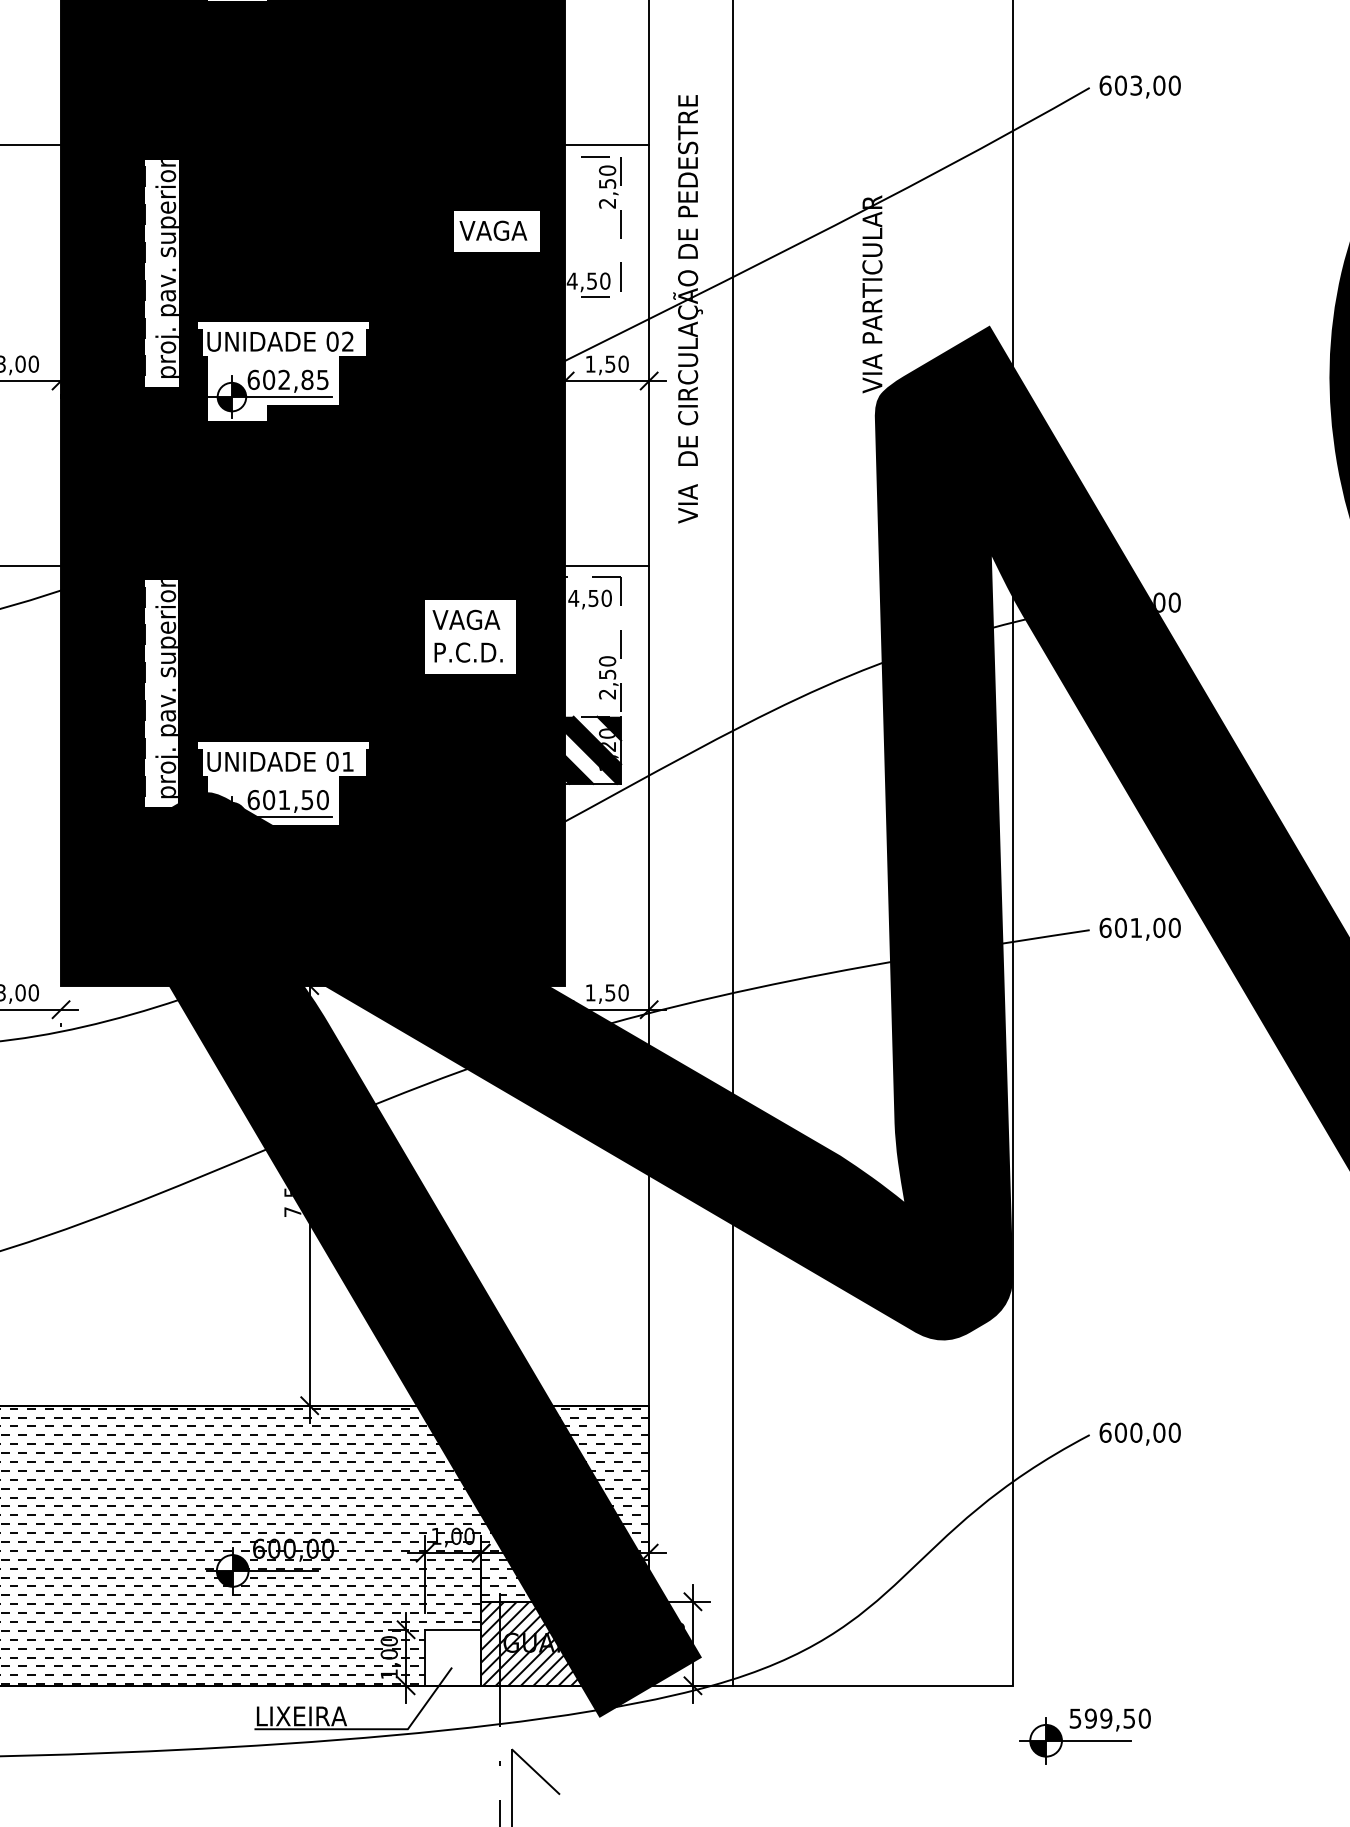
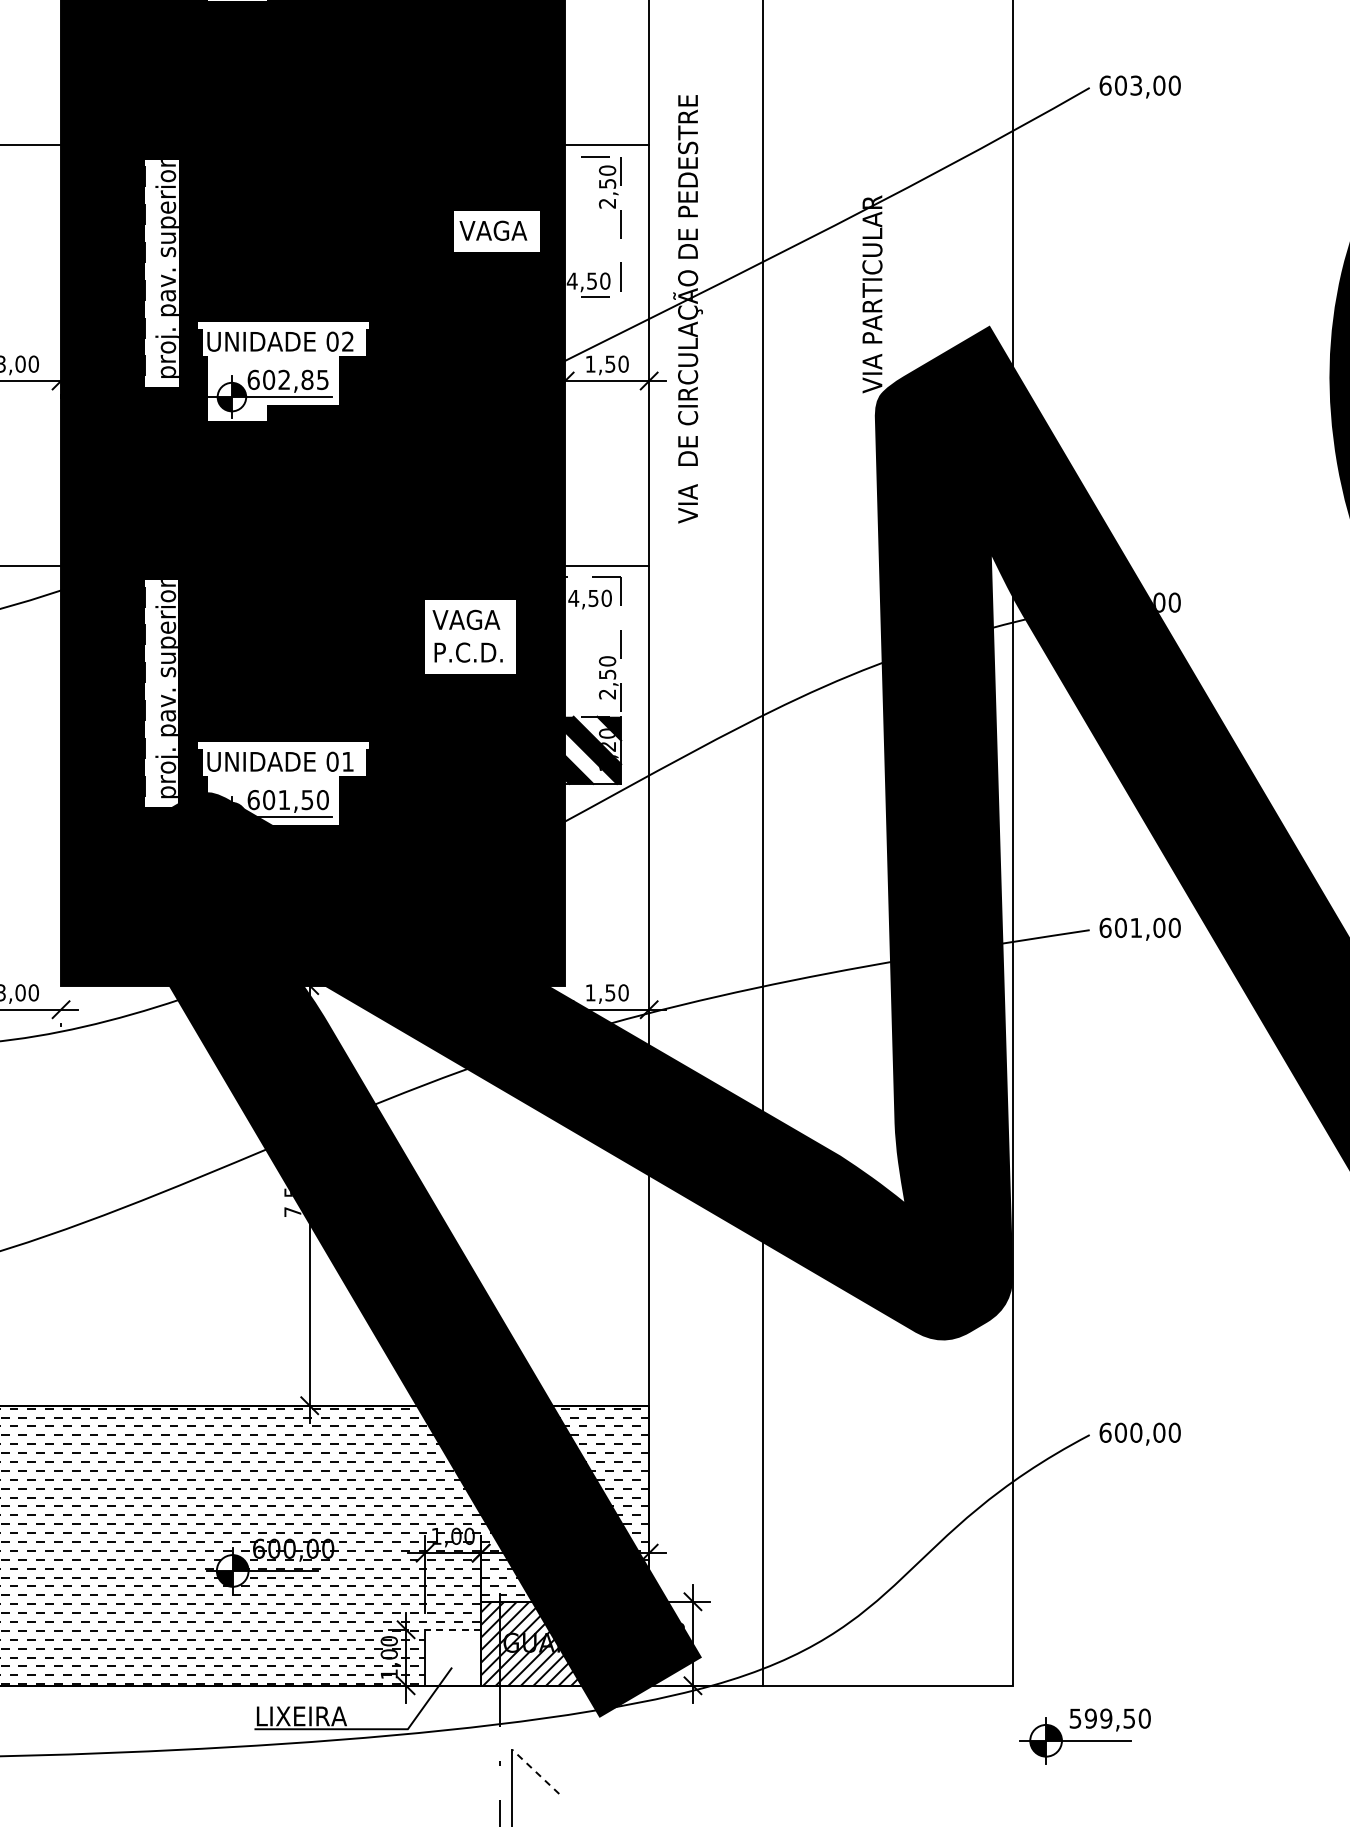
line at (733, 843) position: (733, 843) -> (763, 843)
line at (452, 1629): solid -> dashed
line at (535, 1771): solid -> dashed
